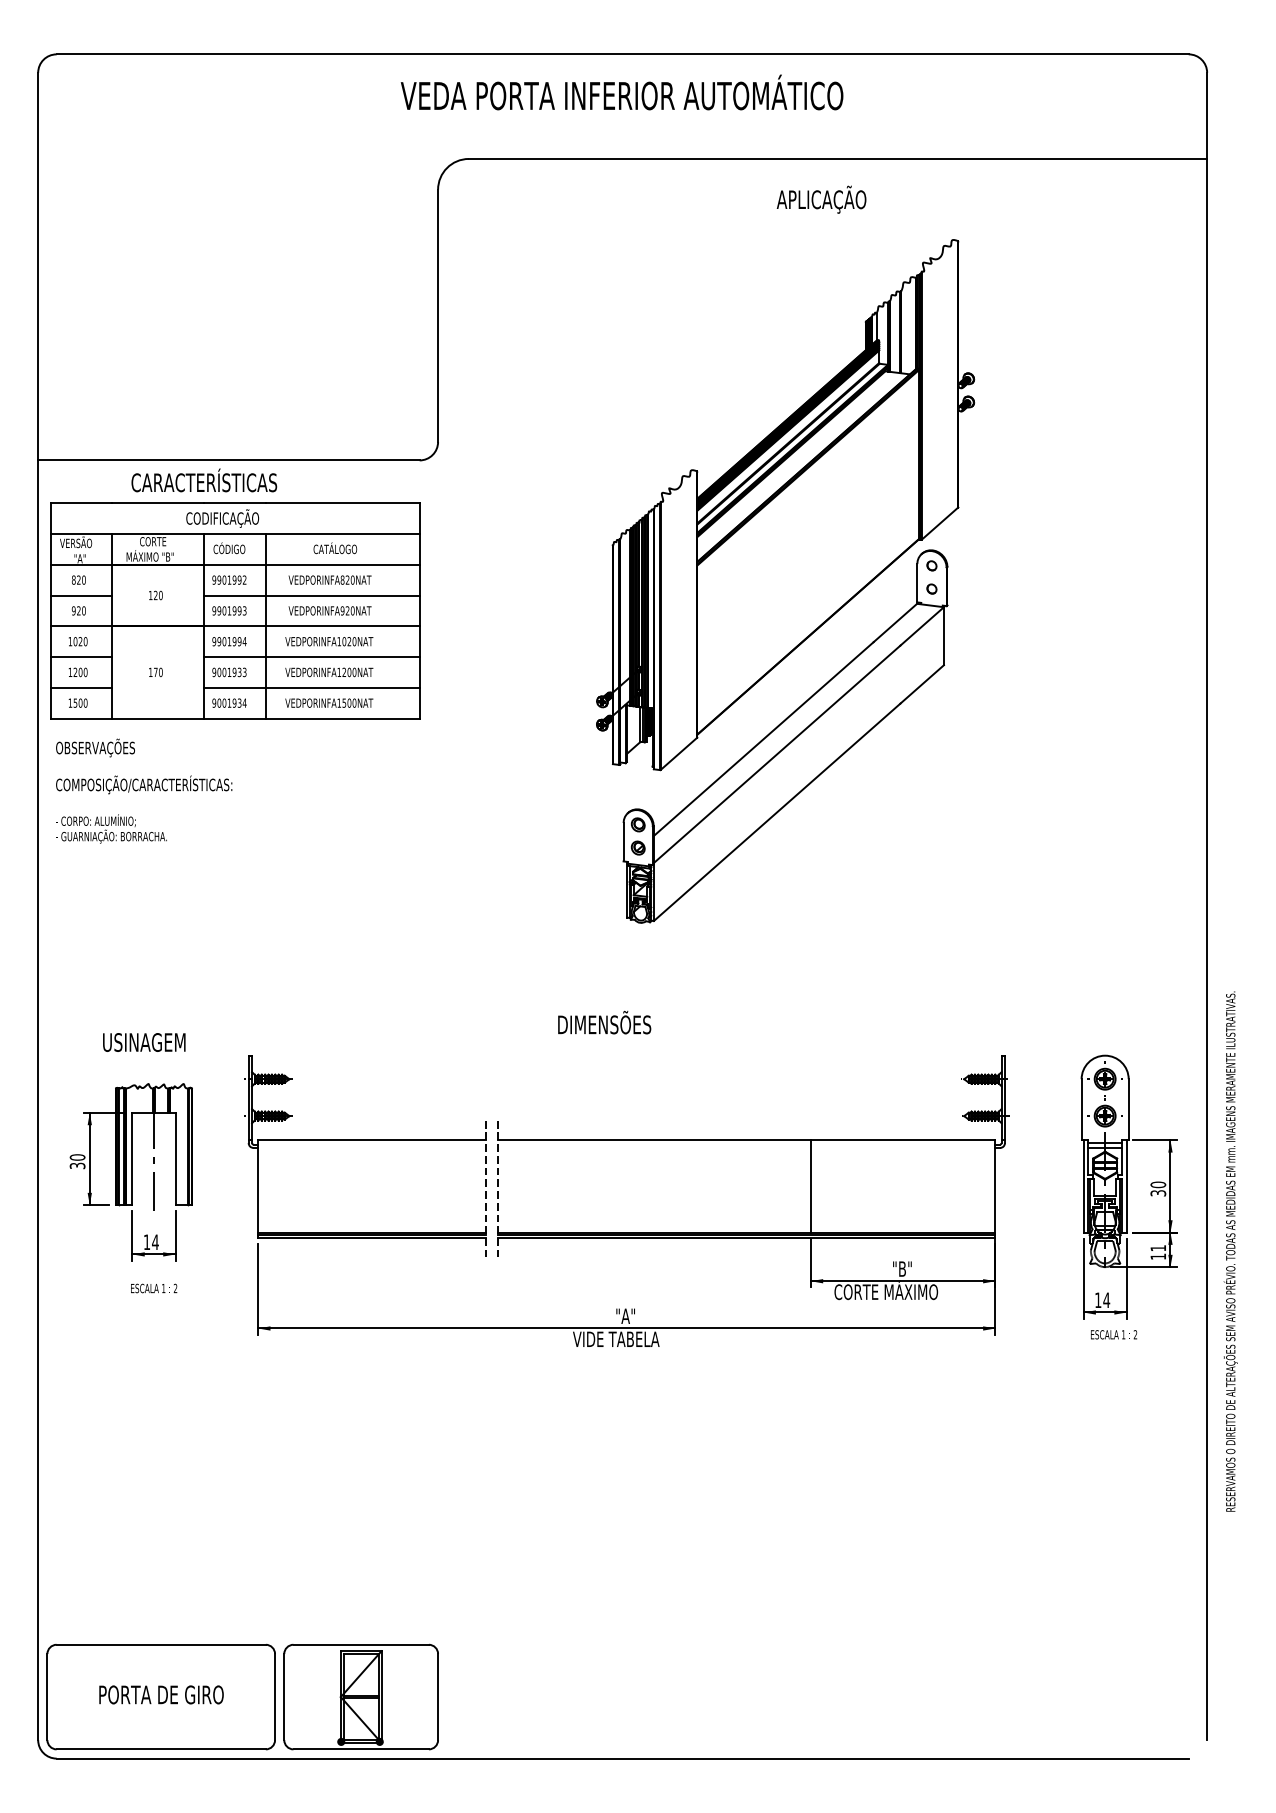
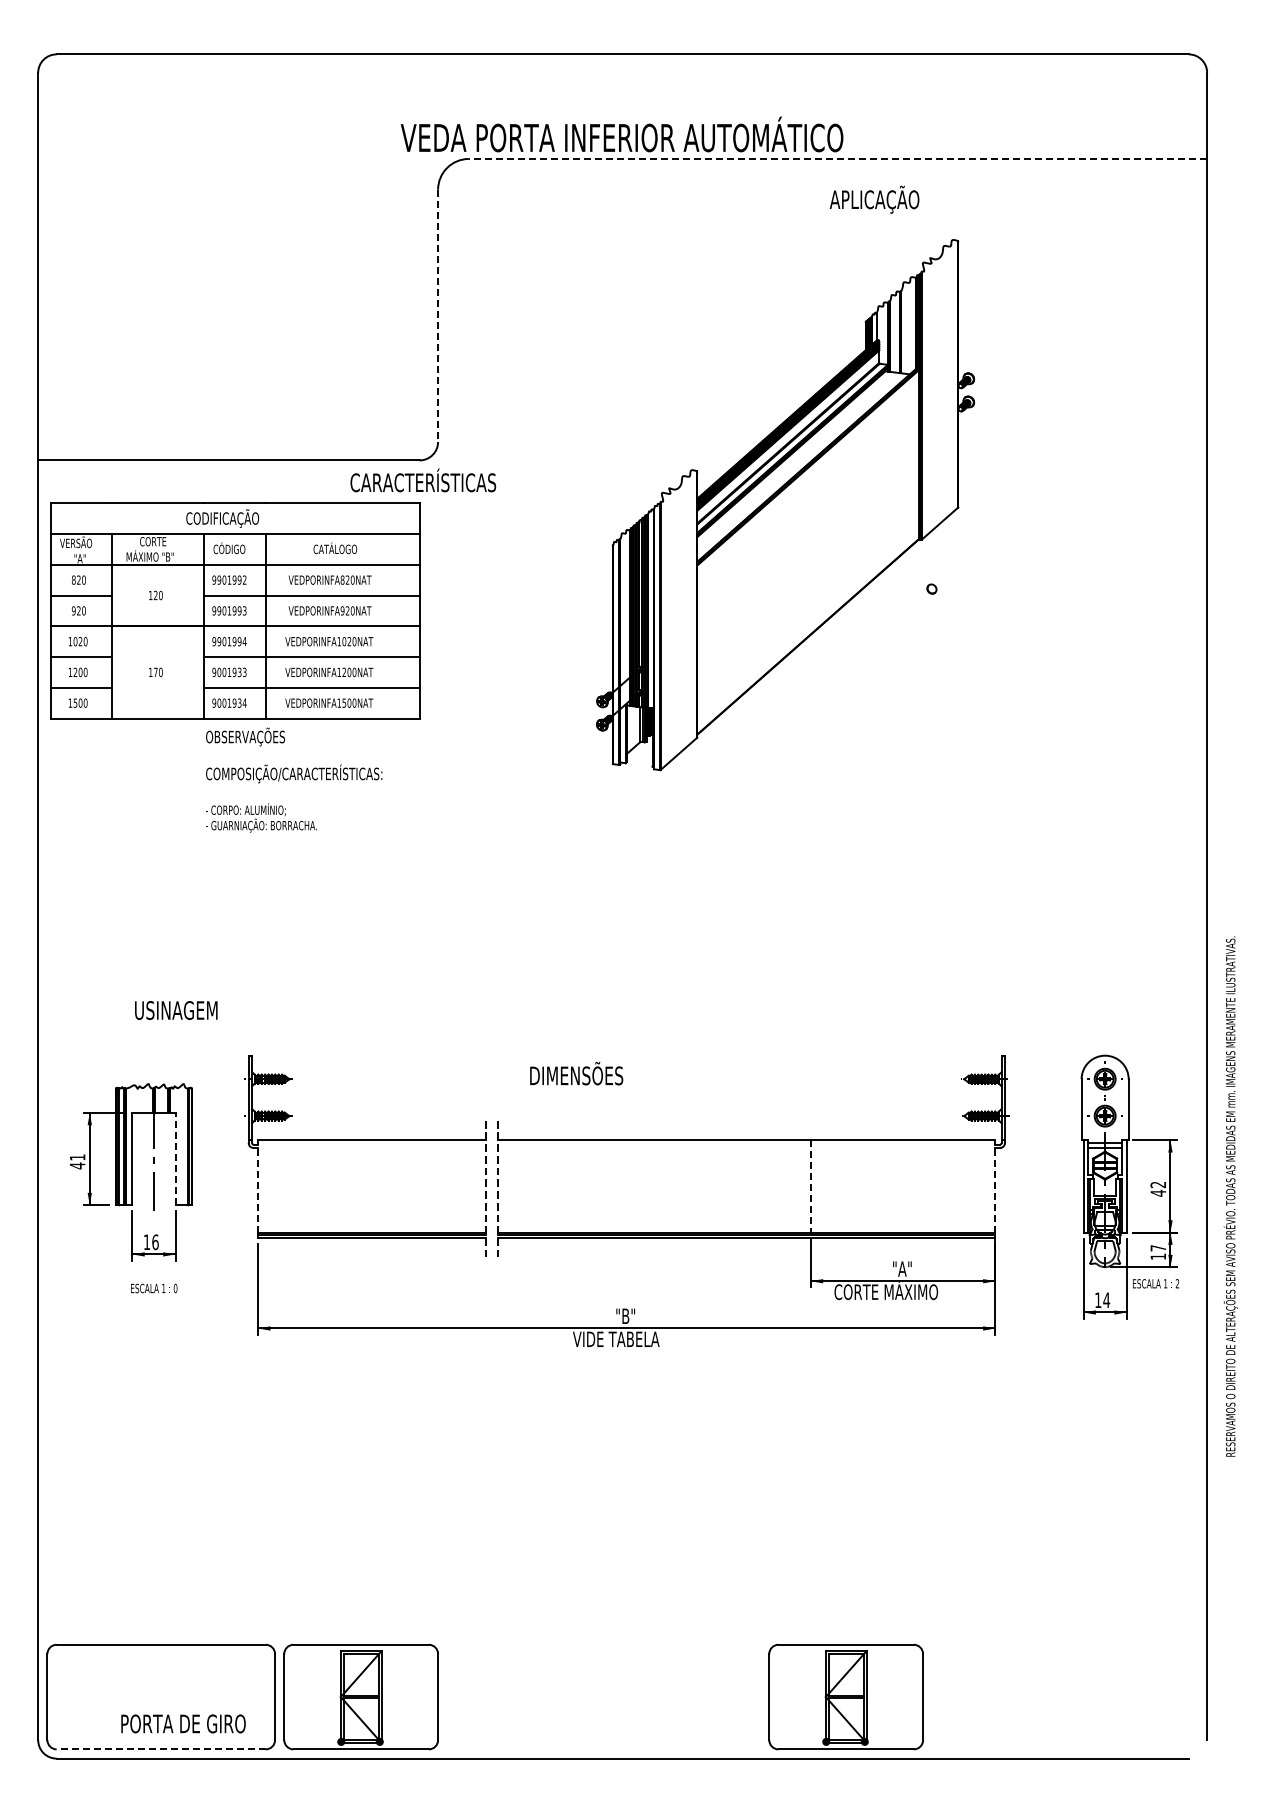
text at (621, 92) position: (621, 92) -> (621, 134)
line at (837, 158): solid -> dashed
text at (821, 199) position: (821, 199) -> (874, 199)
line at (438, 316): solid -> dashed
text at (204, 480) position: (204, 480) -> (423, 480)
part at (785, 736): present -> none
text at (144, 790) position: (144, 790) -> (294, 779)
text at (604, 1022) position: (604, 1022) -> (576, 1073)
text at (144, 1042) position: (144, 1042) -> (176, 1010)
line at (175, 1158): solid -> dashed
text at (77, 1161): 30 -> 41
line at (258, 1185): solid -> dashed
line at (995, 1185): solid -> dashed
line at (810, 1186): solid -> dashed
text at (1158, 1188): 30 -> 42
text at (155, 1242): 14 -> 16
text at (1157, 1248): 11 -> 17
text at (1230, 1251) position: (1230, 1251) -> (1230, 1196)
text at (902, 1268): "B" -> "A"
text at (175, 1288): 2 -> 0
text at (625, 1315): "A" -> "B"
text at (1114, 1334) position: (1114, 1334) -> (1156, 1283)
text at (161, 1694) position: (161, 1694) -> (183, 1723)
part at (845, 1696): none -> present
line at (161, 1749): solid -> dashed
